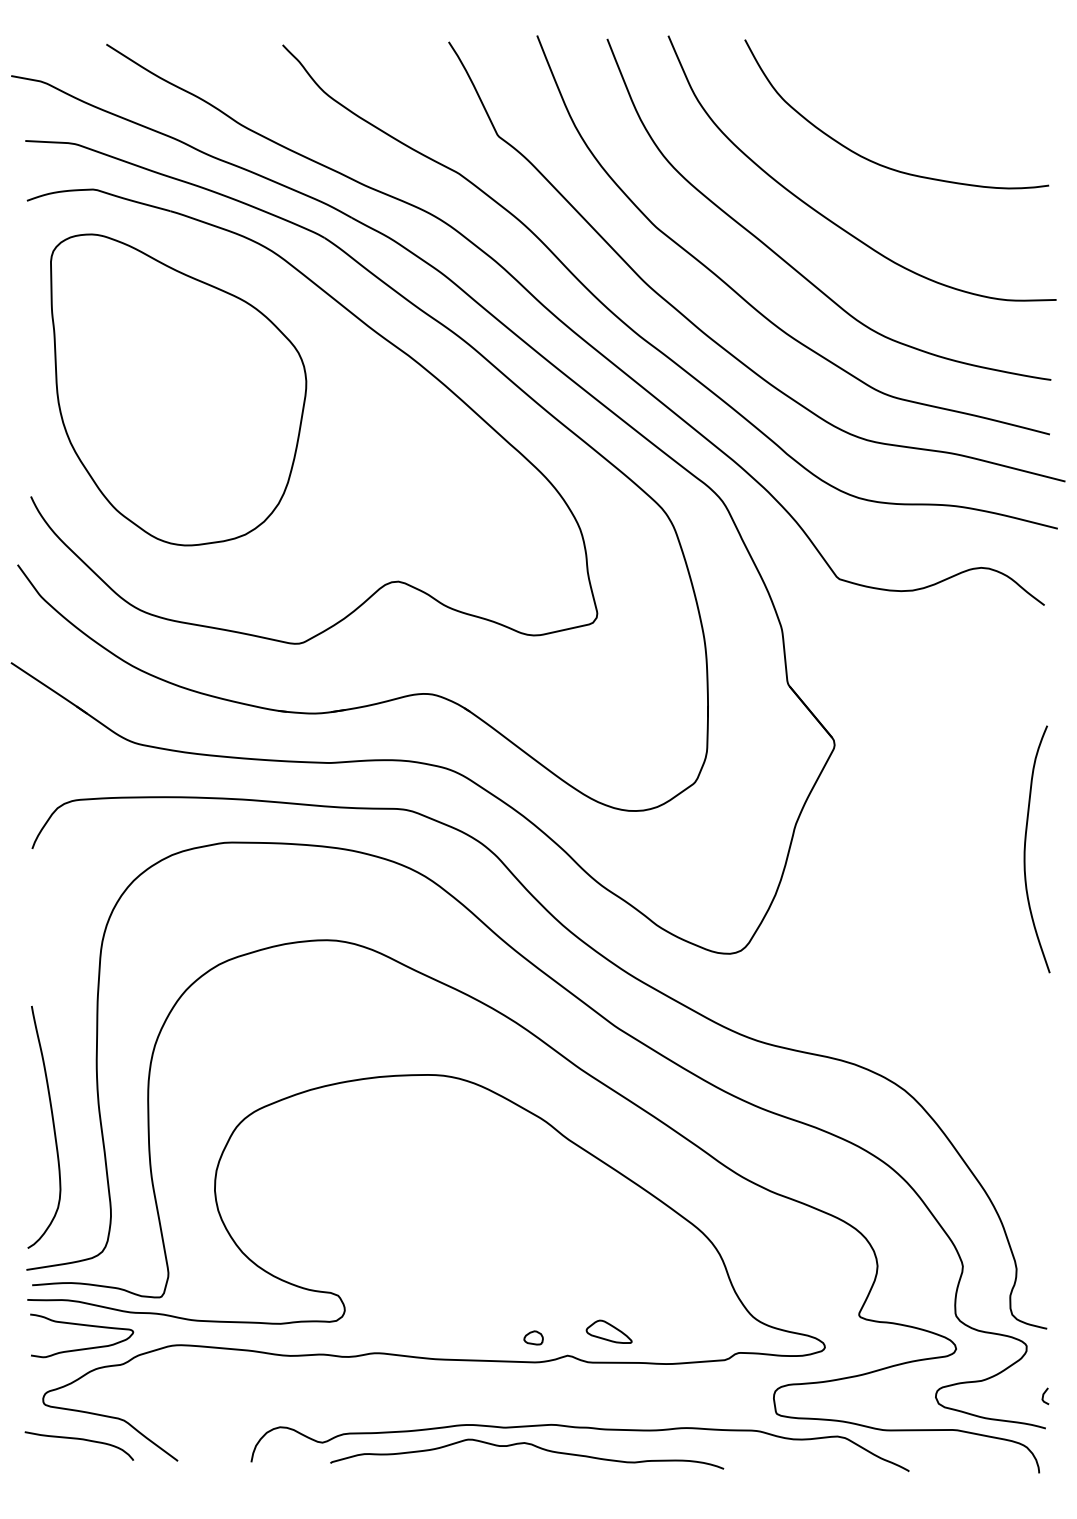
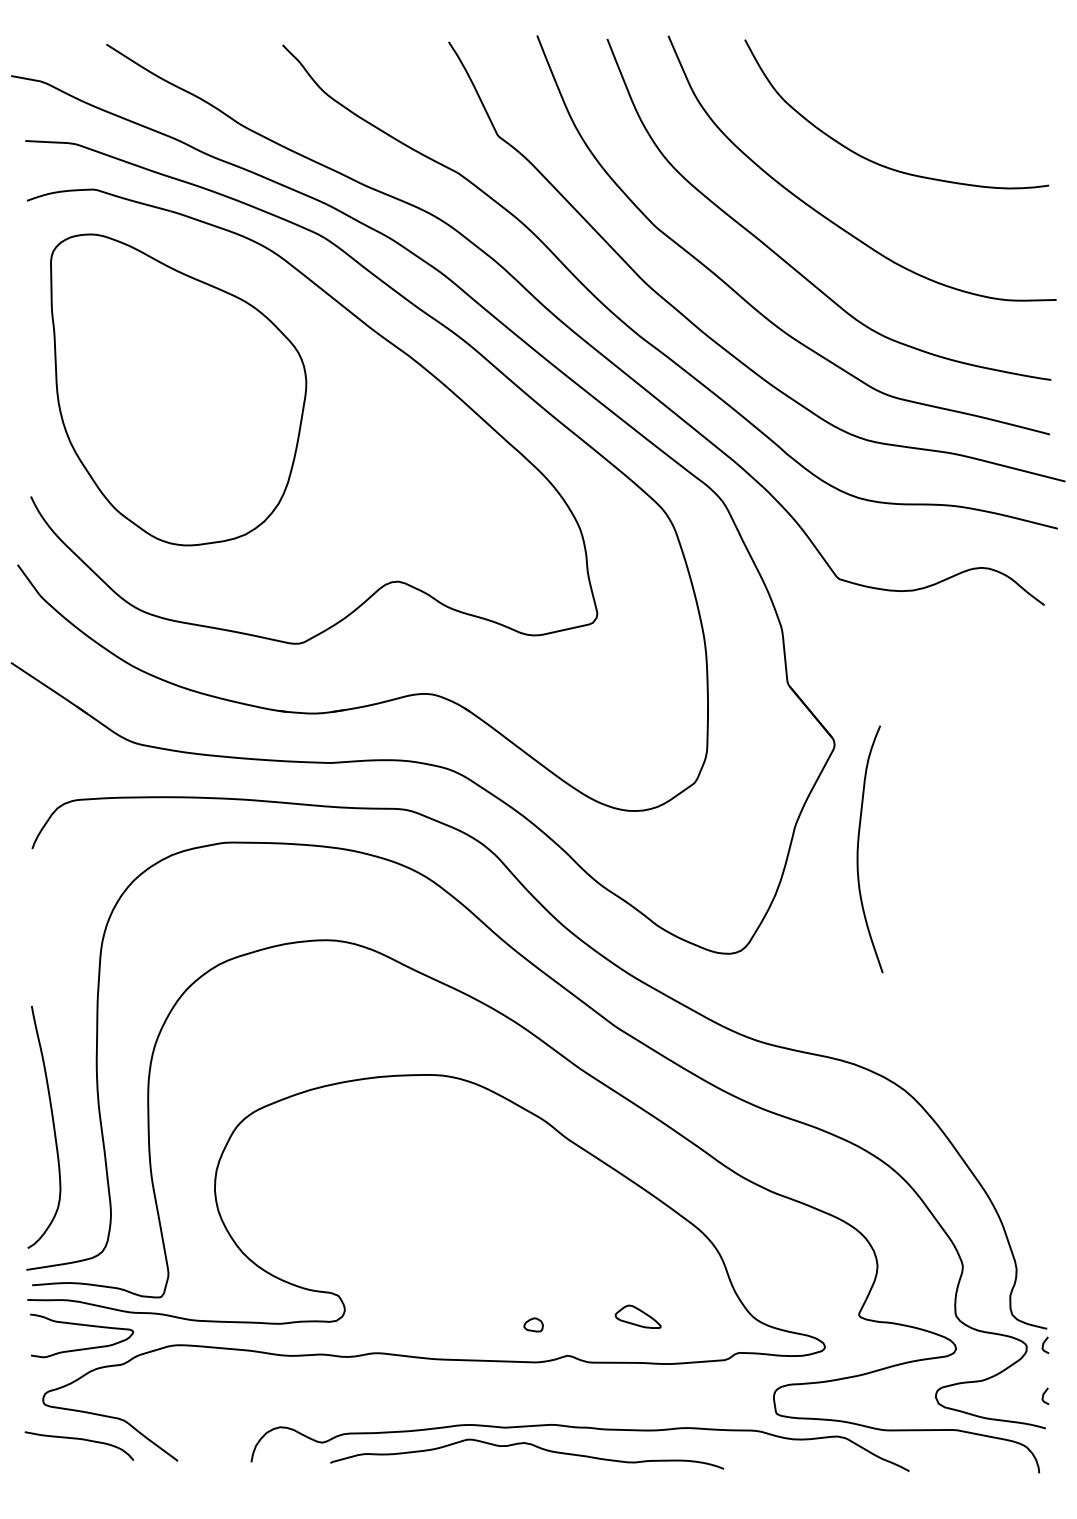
curve at (1025, 849) position: (1025, 849) -> (858, 849)
part at (608, 1331) position: (608, 1331) -> (637, 1316)
part at (533, 1337) position: (533, 1337) -> (533, 1324)
line at (1044, 1344): none -> present
